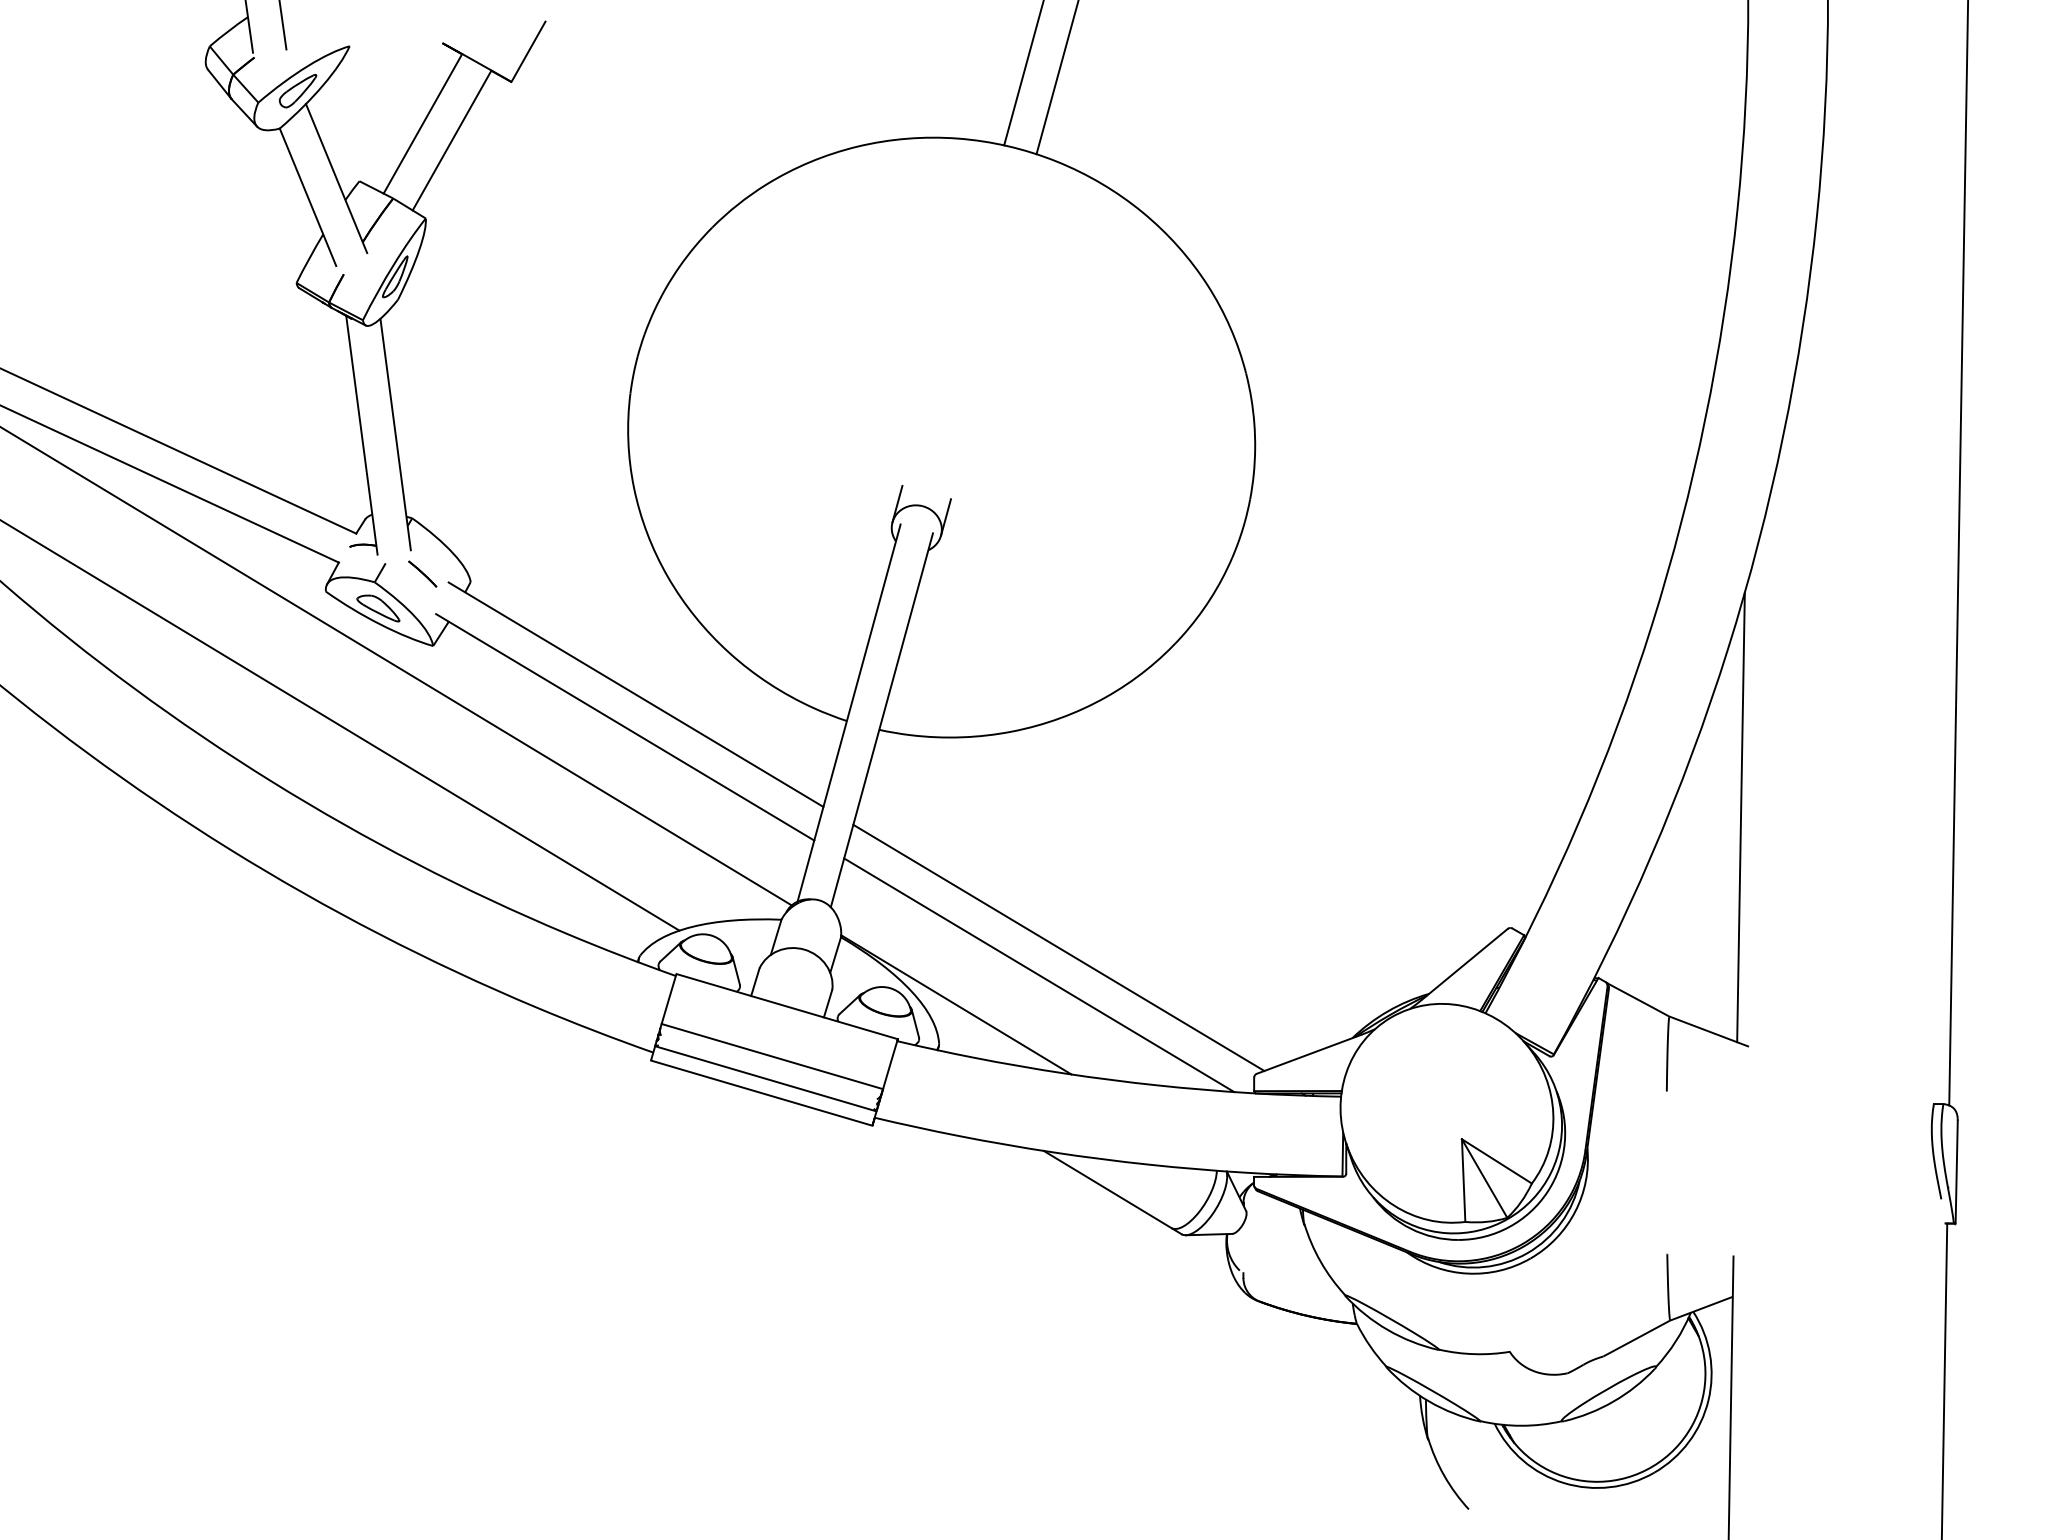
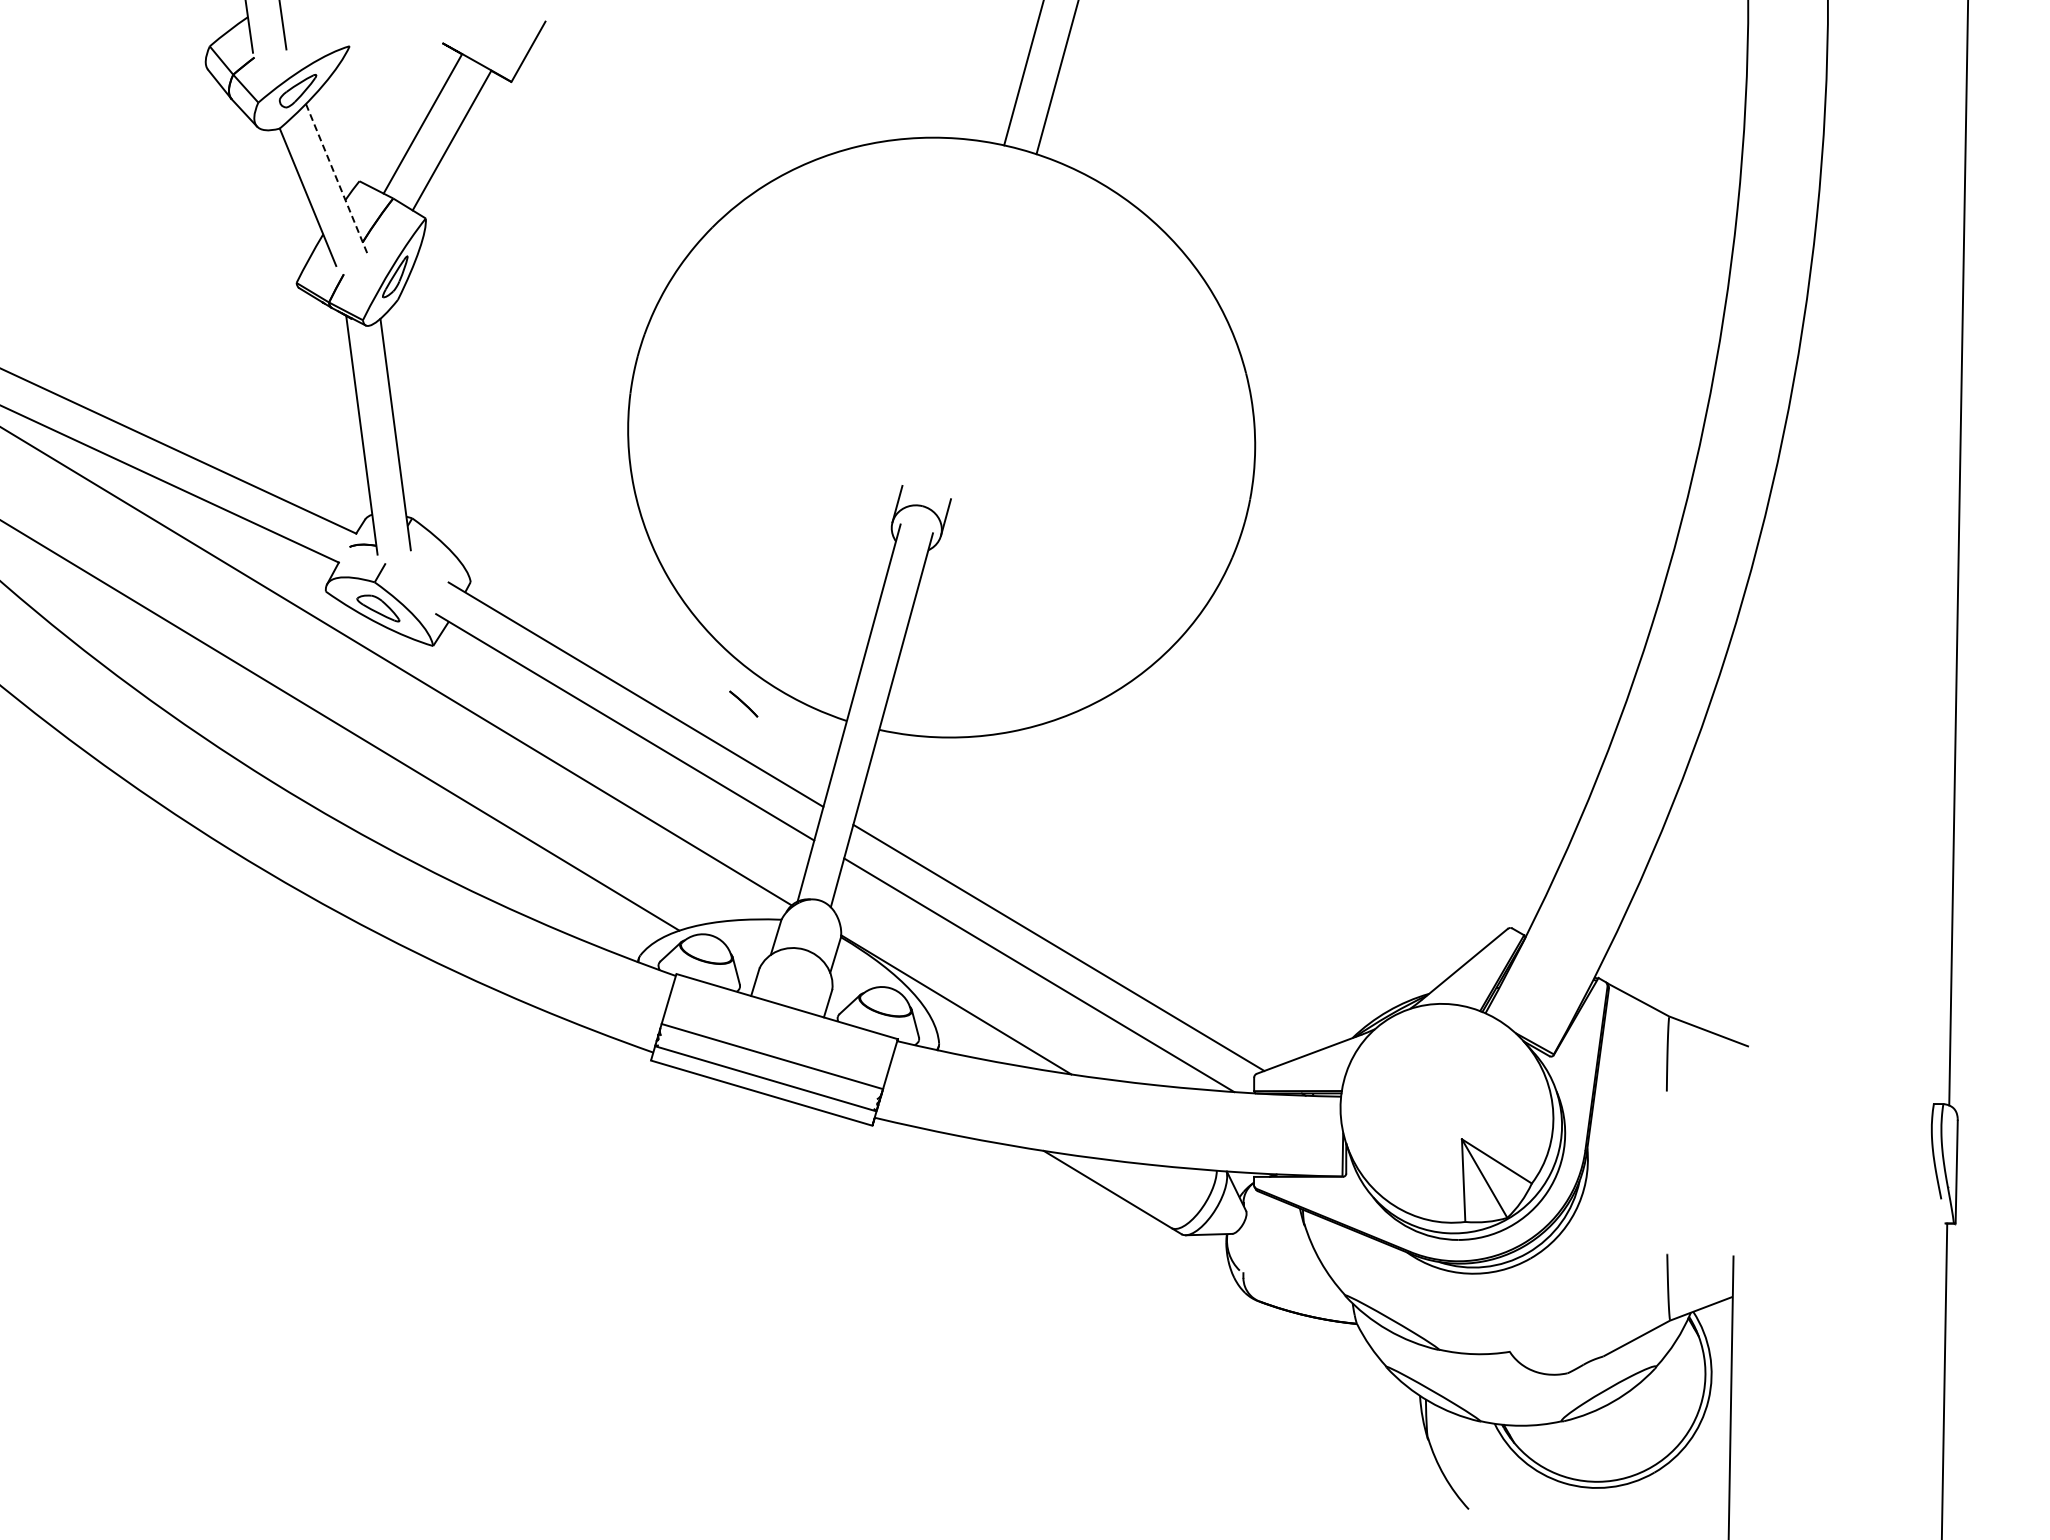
line at (336, 178): solid -> dashed
line at (422, 573) position: (422, 573) -> (743, 703)
line at (1740, 817): present -> none
